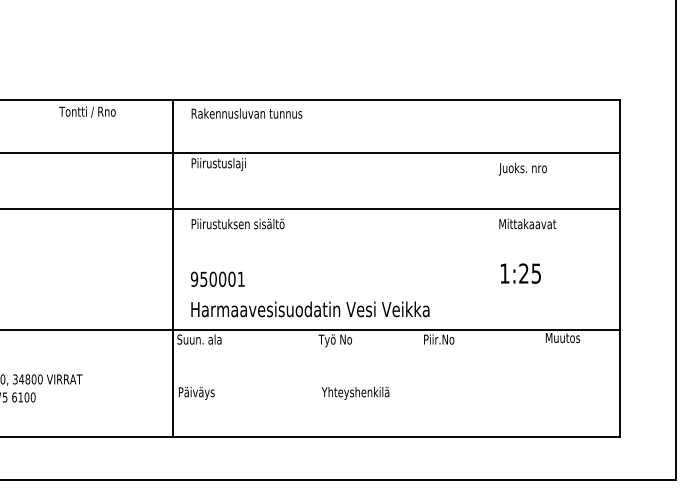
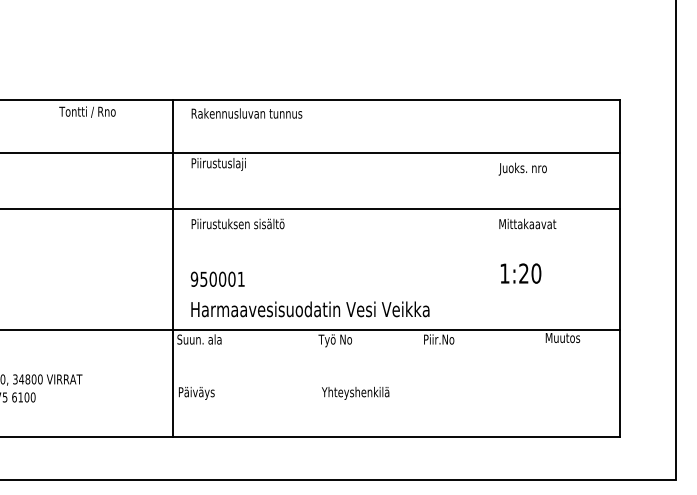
text at (536, 273): 1:25 -> 1:20
